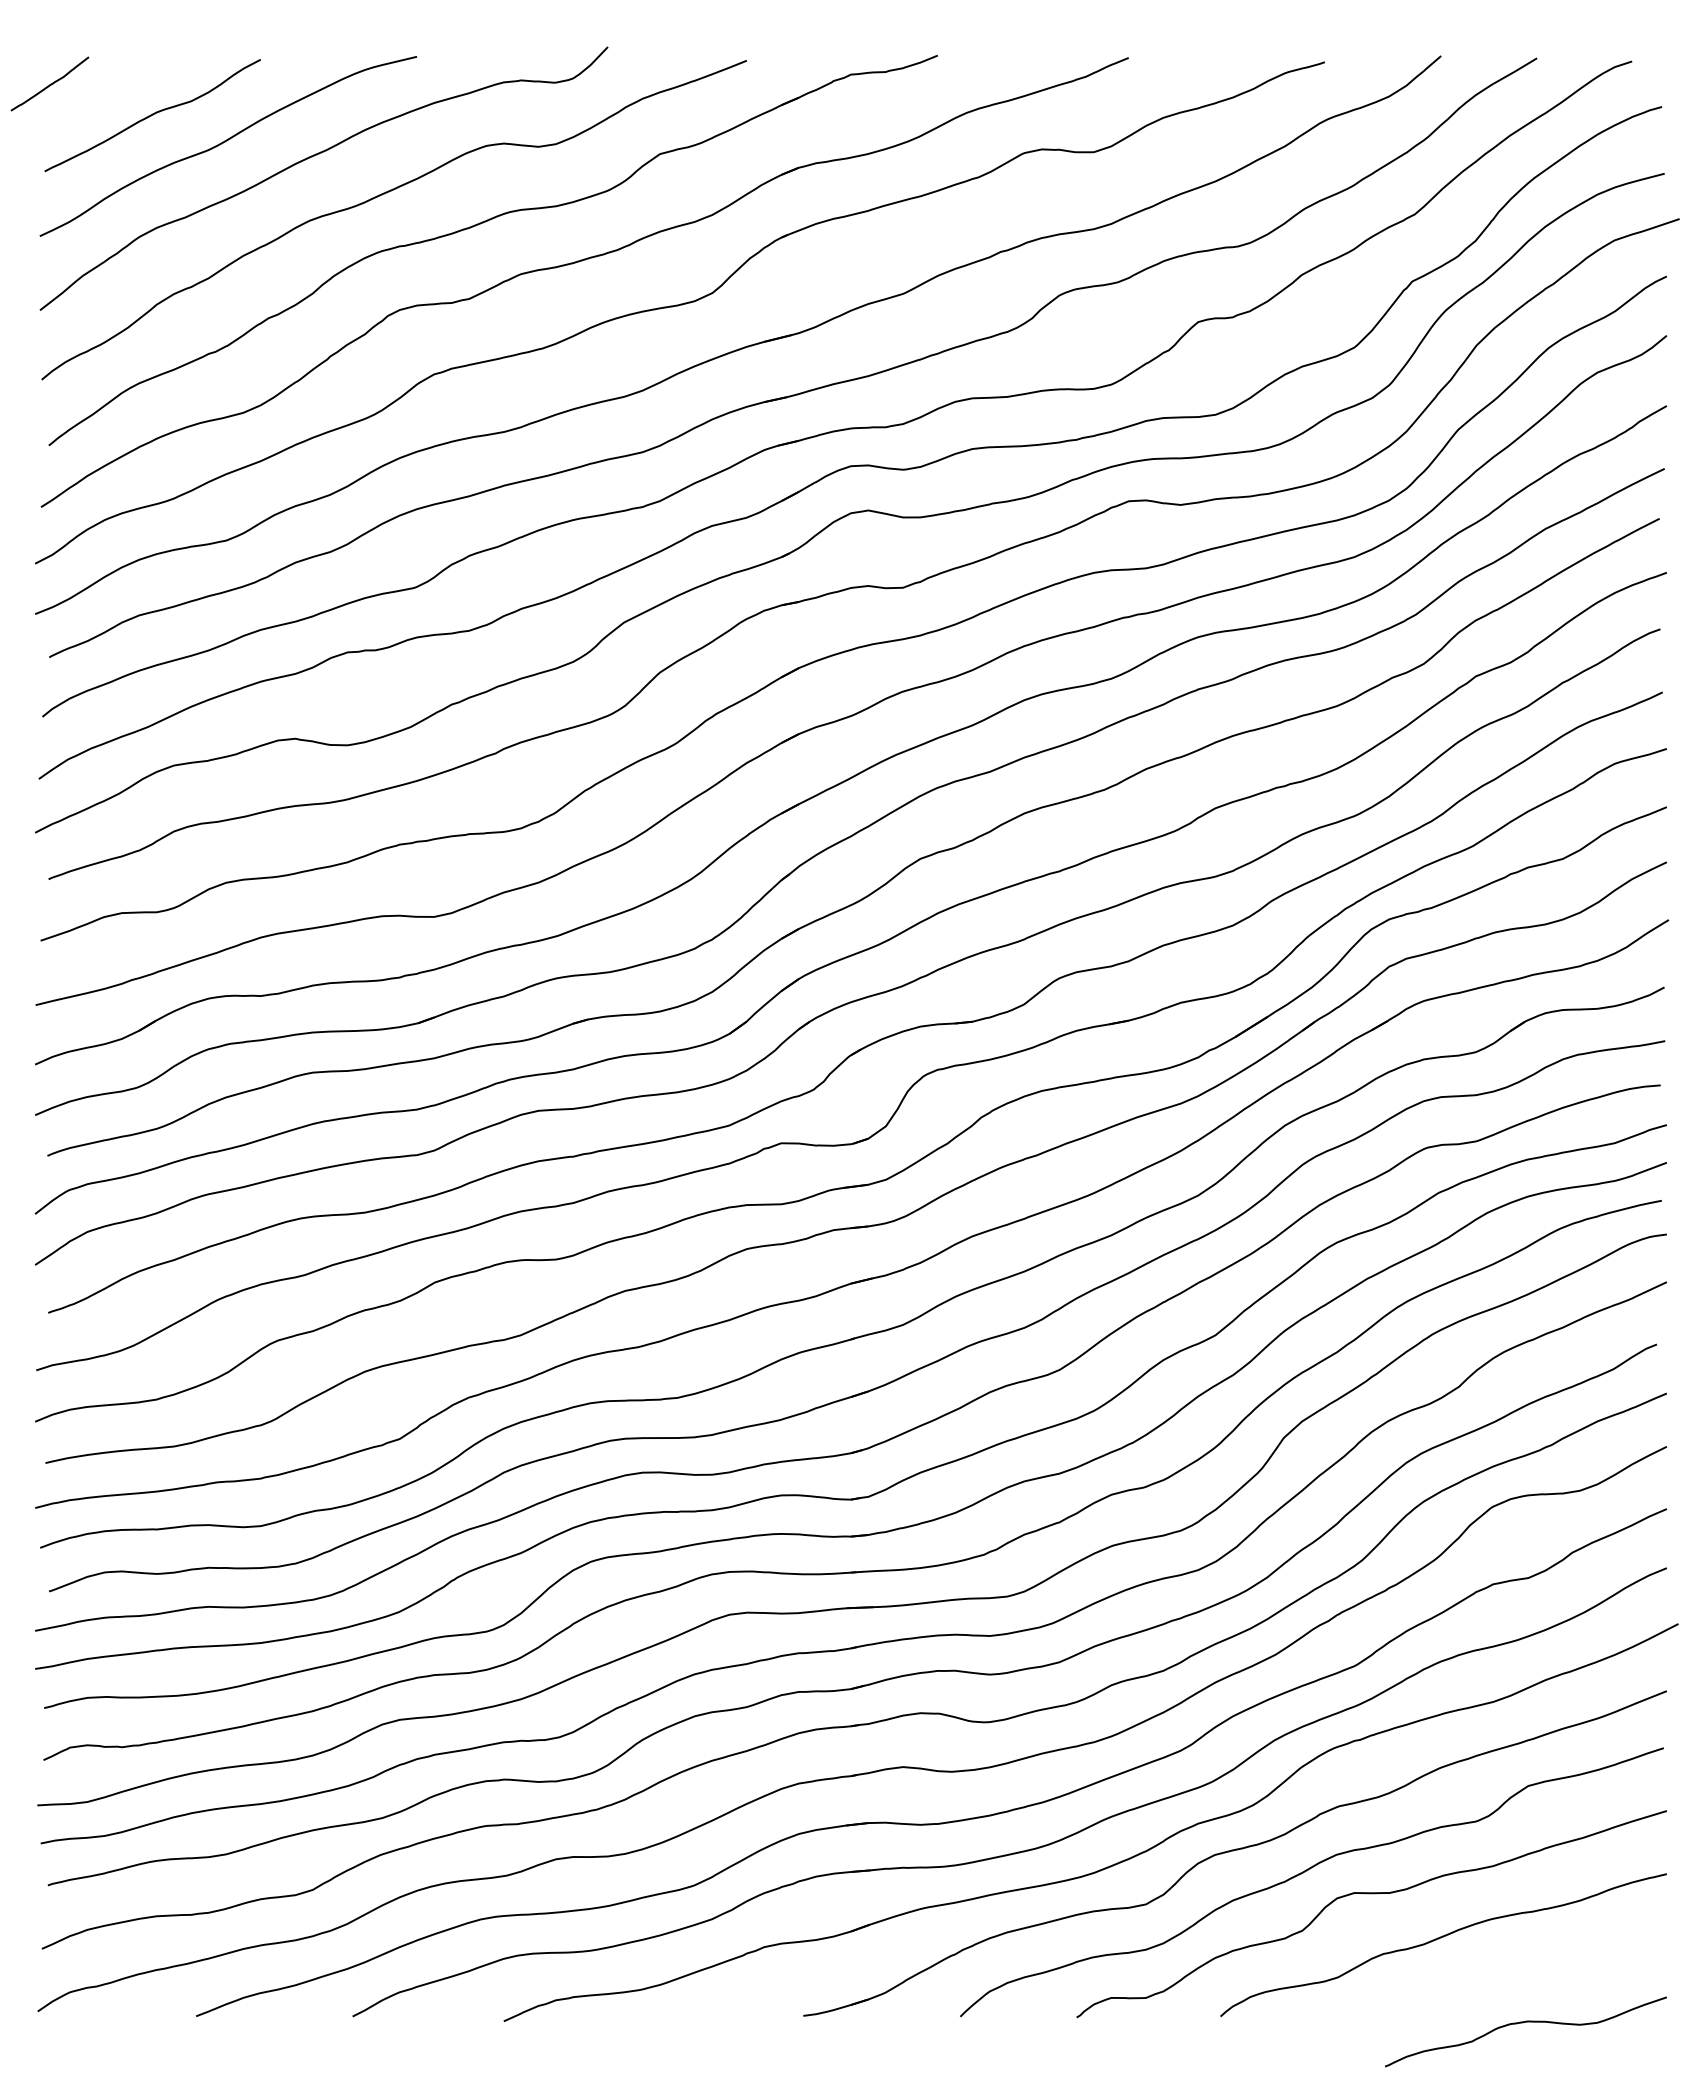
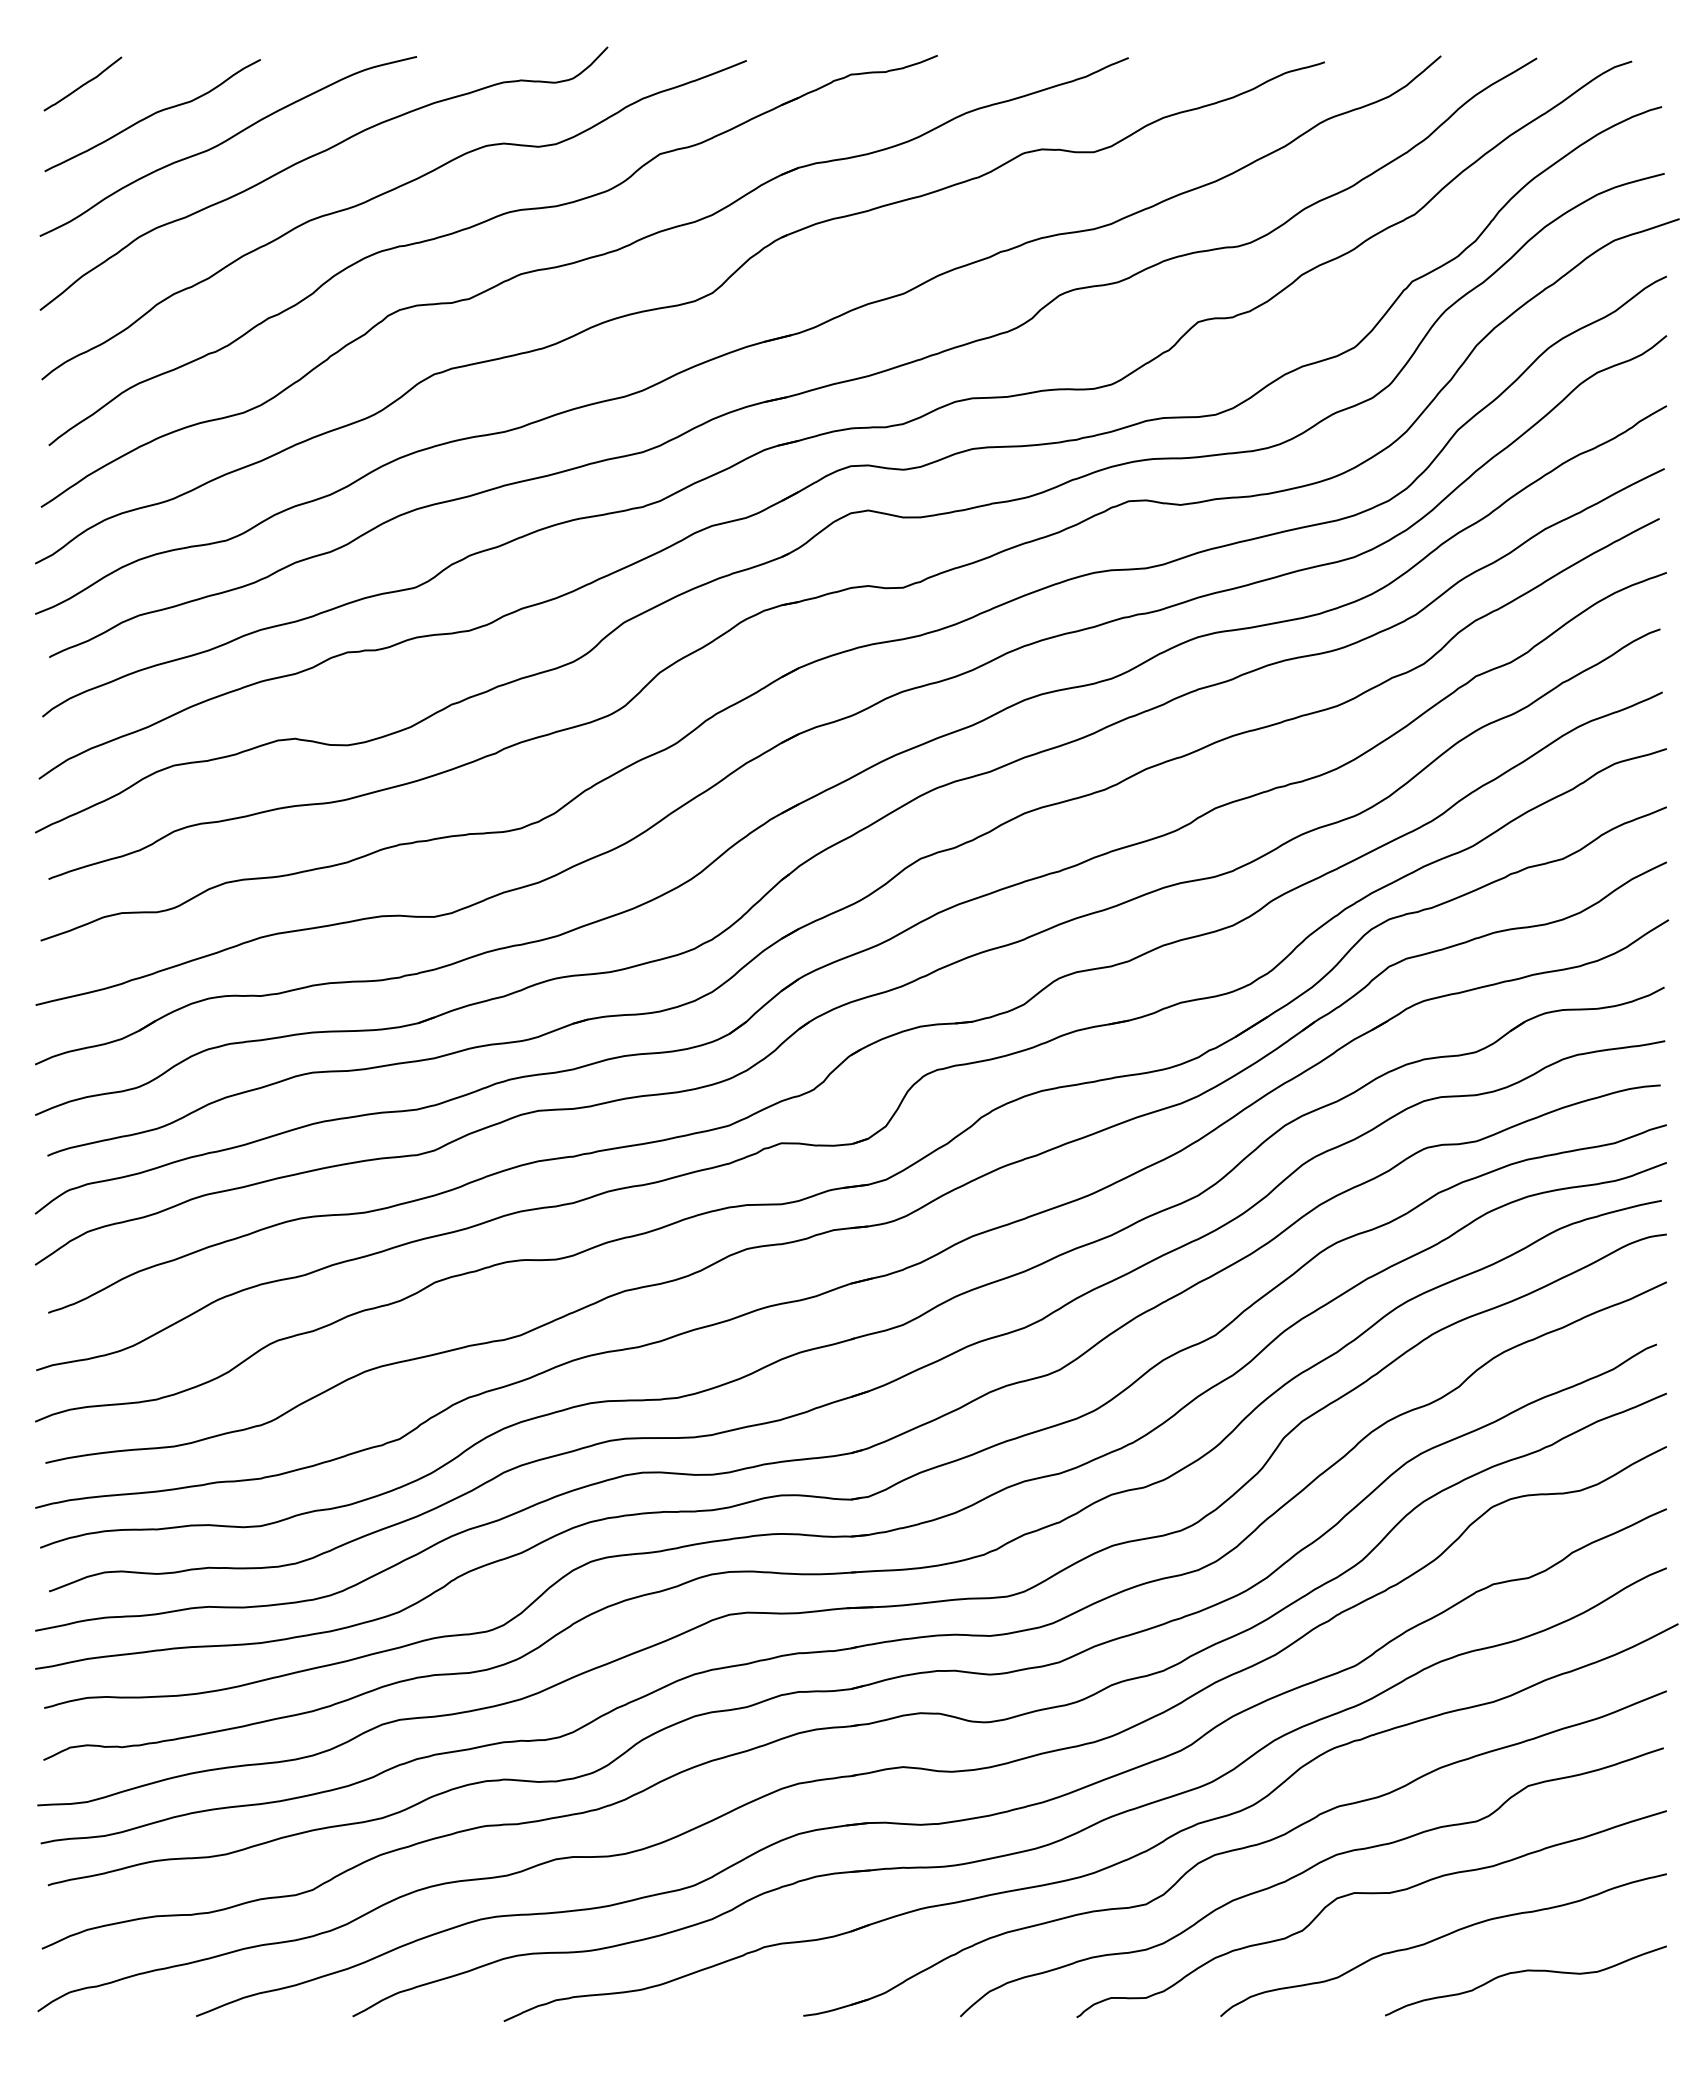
curve at (50, 83) position: (50, 83) -> (83, 83)
curve at (1523, 2023) position: (1523, 2023) -> (1523, 1972)
